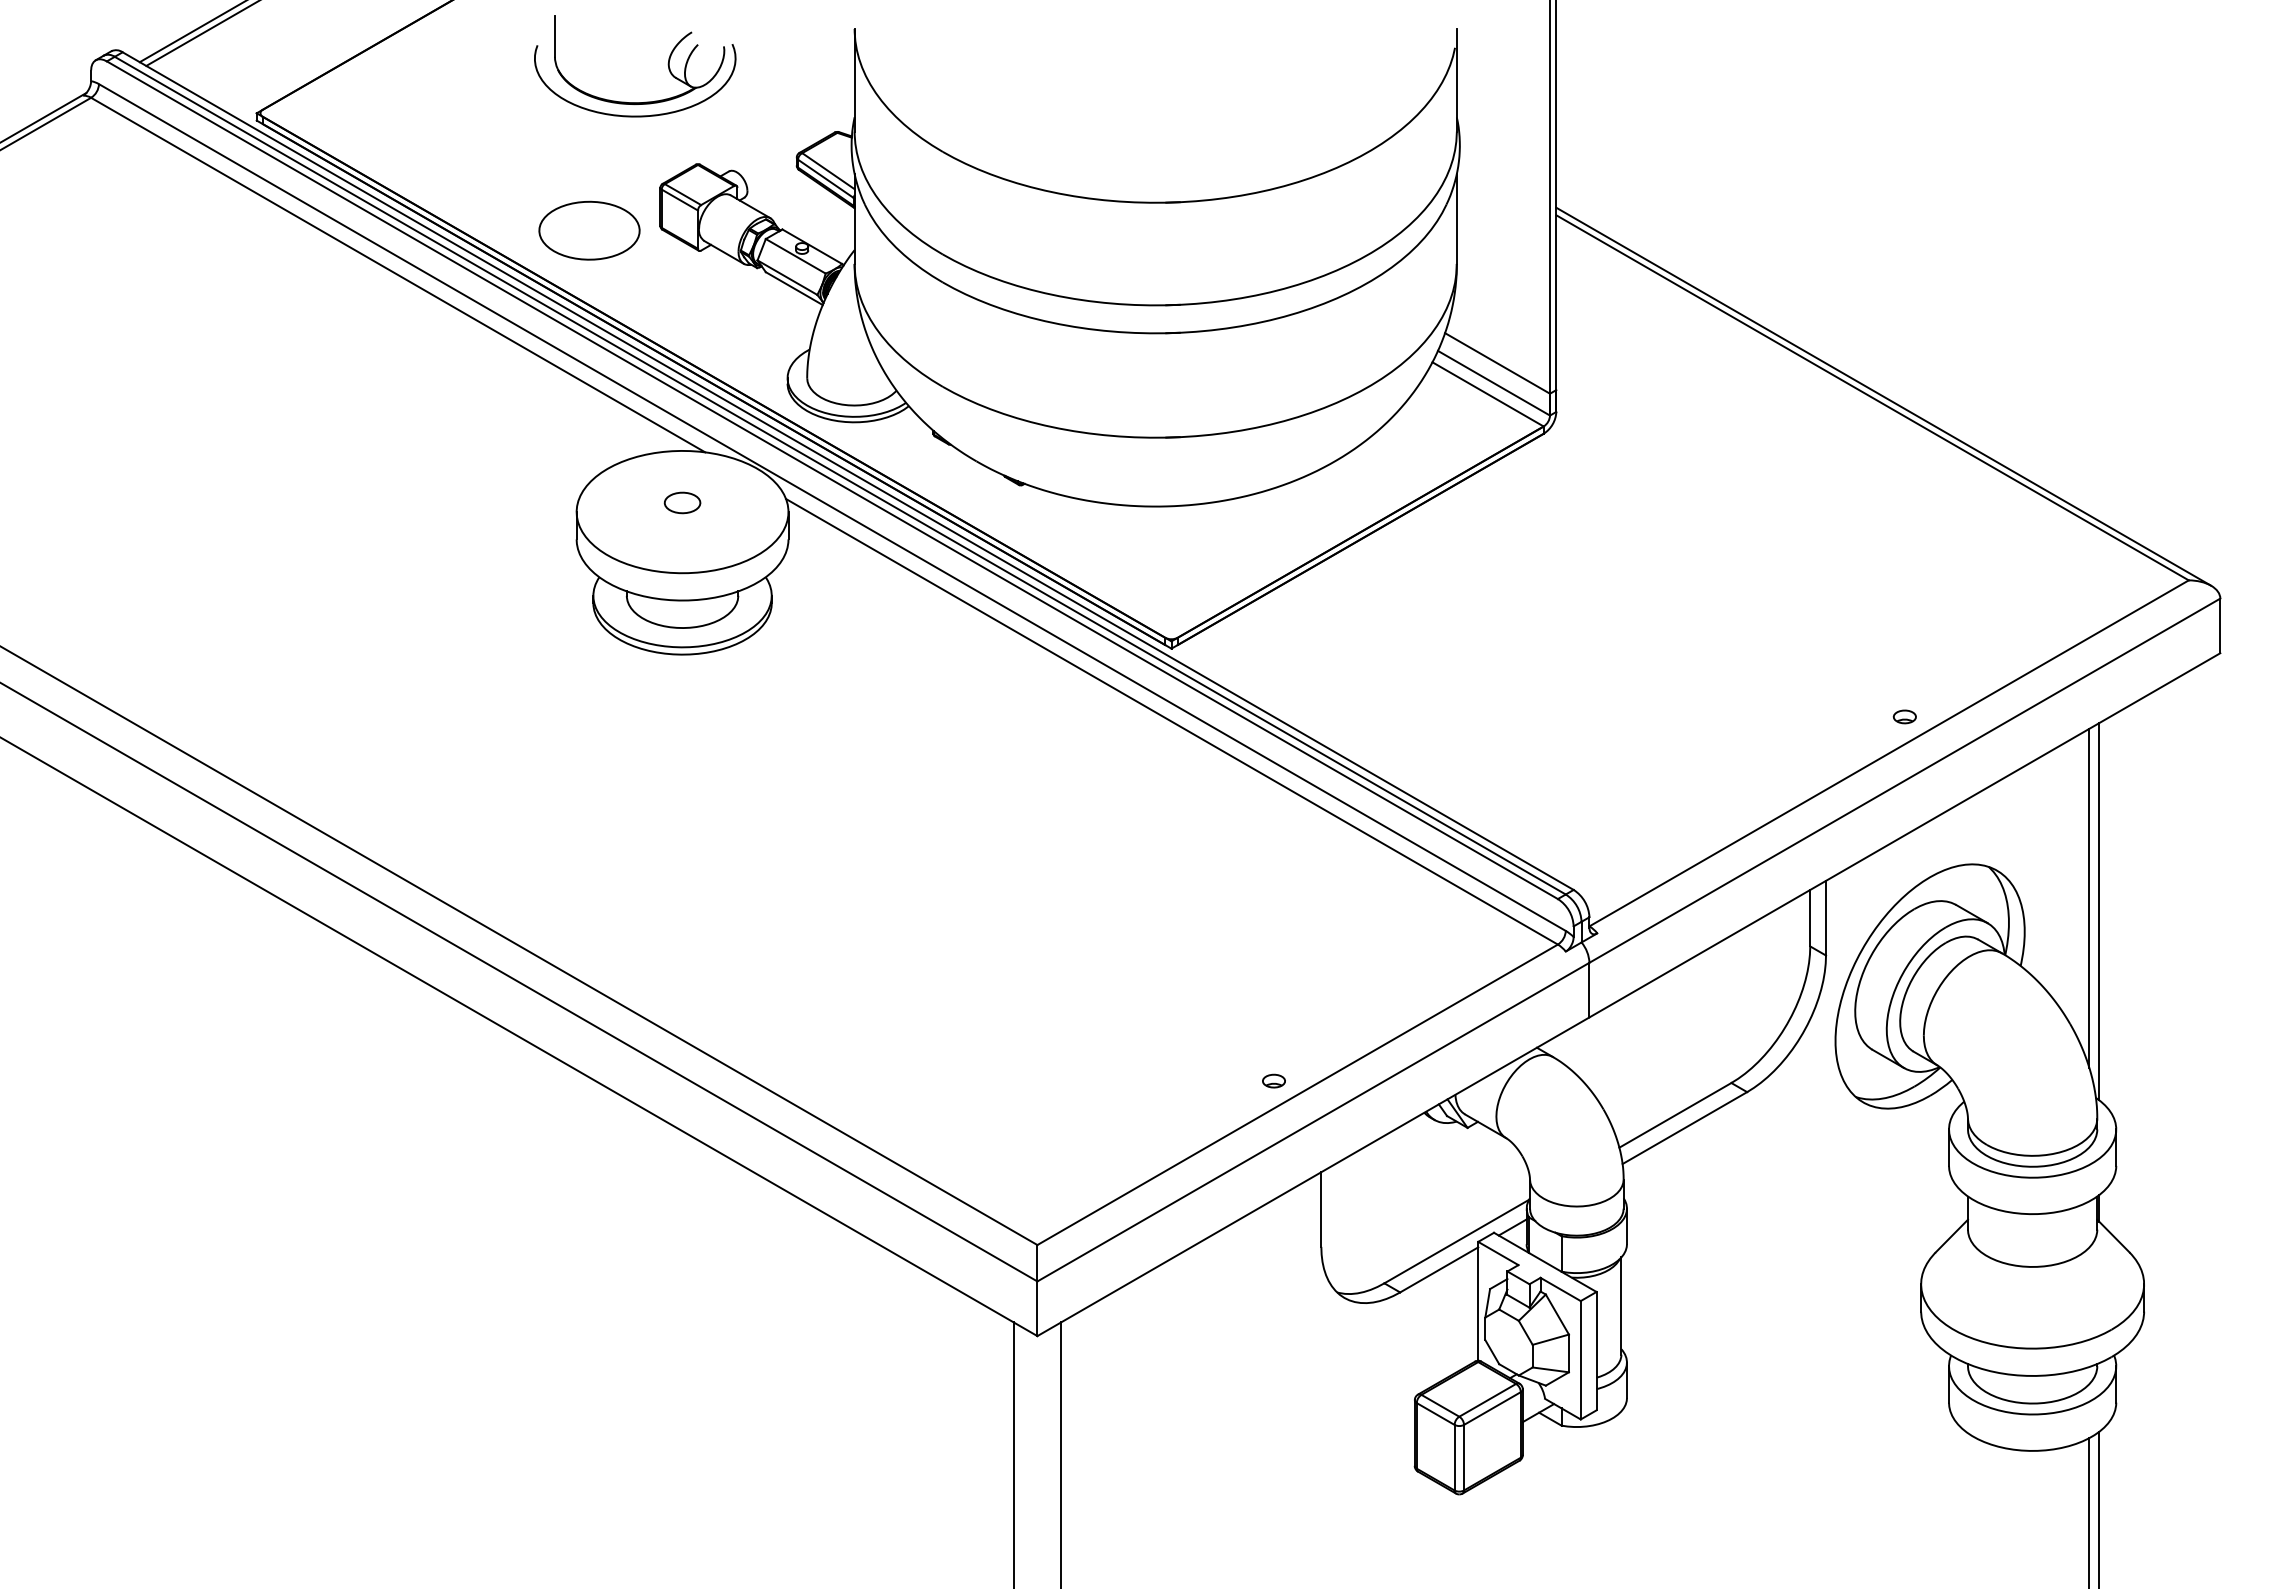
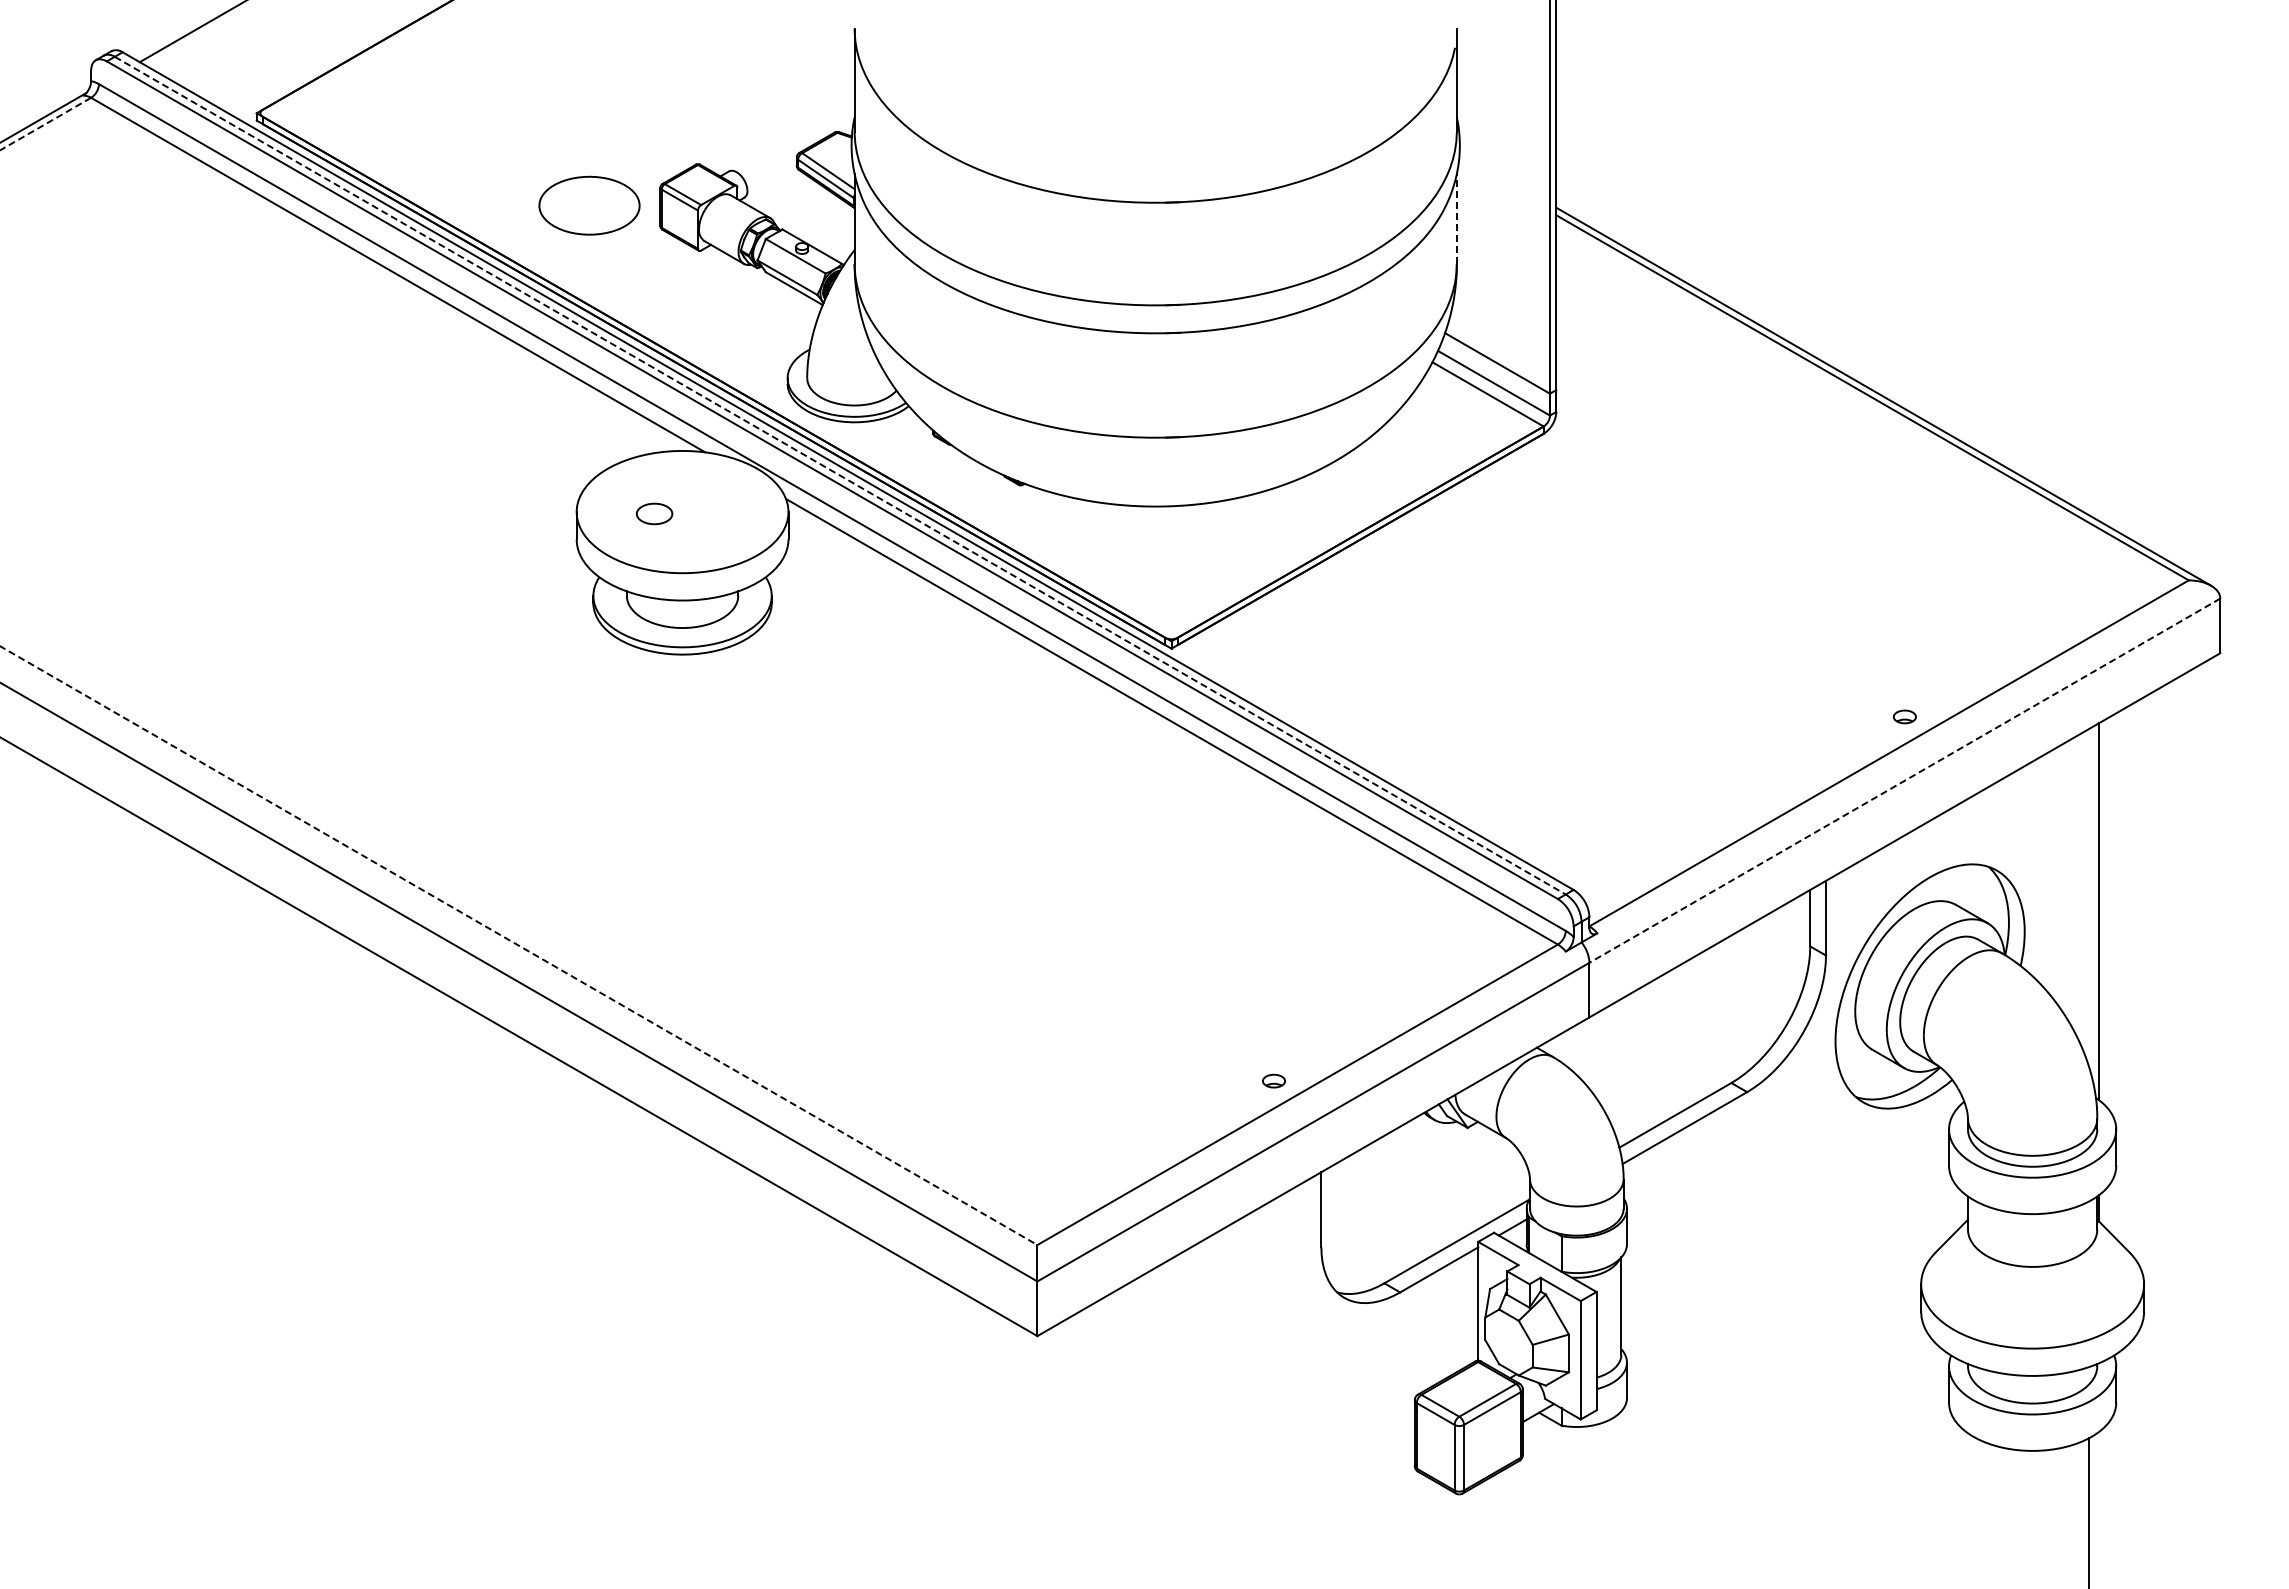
line at (201, 33): present -> none
part at (667, 65): present -> none
line at (45, 124): solid -> dashed
line at (1456, 218): solid -> dashed
part at (589, 230) position: (589, 230) -> (589, 205)
line at (840, 475): solid -> dashed
part at (682, 502) position: (682, 502) -> (654, 513)
line at (1904, 780): solid -> dashed
line at (2089, 898): present -> none
line at (518, 945): solid -> dashed
line at (1013, 1453): present -> none
line at (1061, 1453): present -> none
line at (2099, 1508): present -> none
